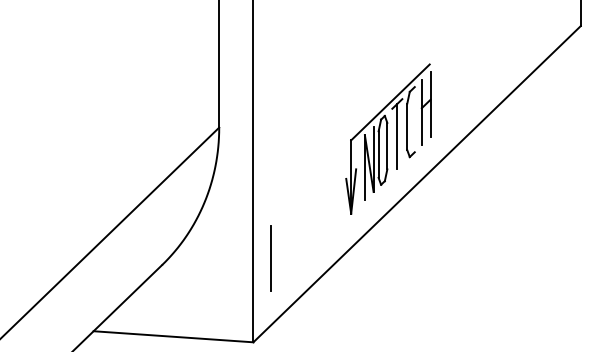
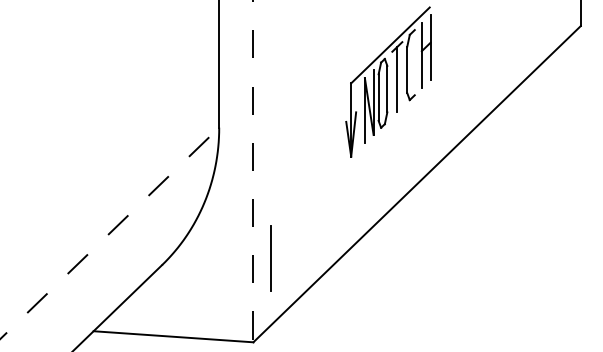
part at (388, 138) position: (388, 138) -> (388, 81)
line at (253, 171): solid -> dashed
line at (110, 233): solid -> dashed
